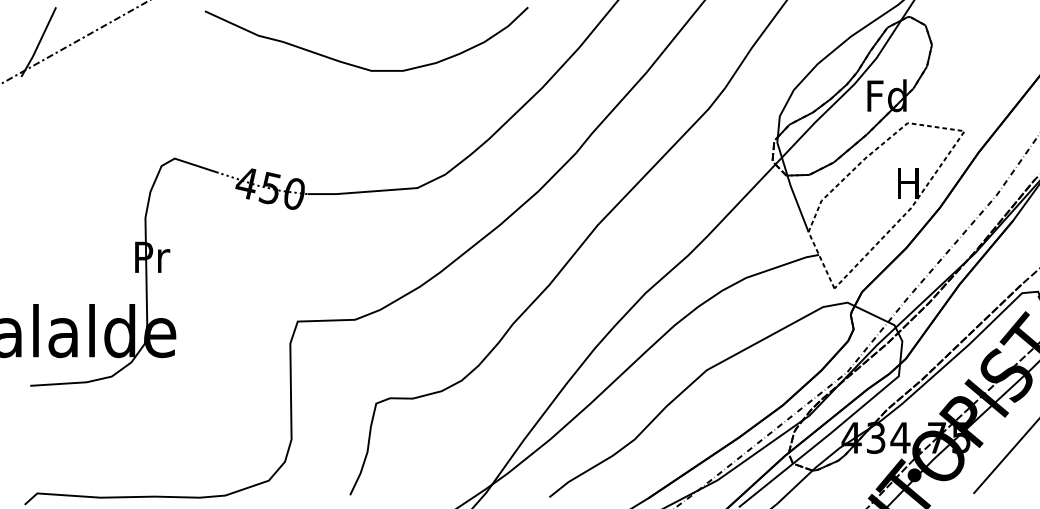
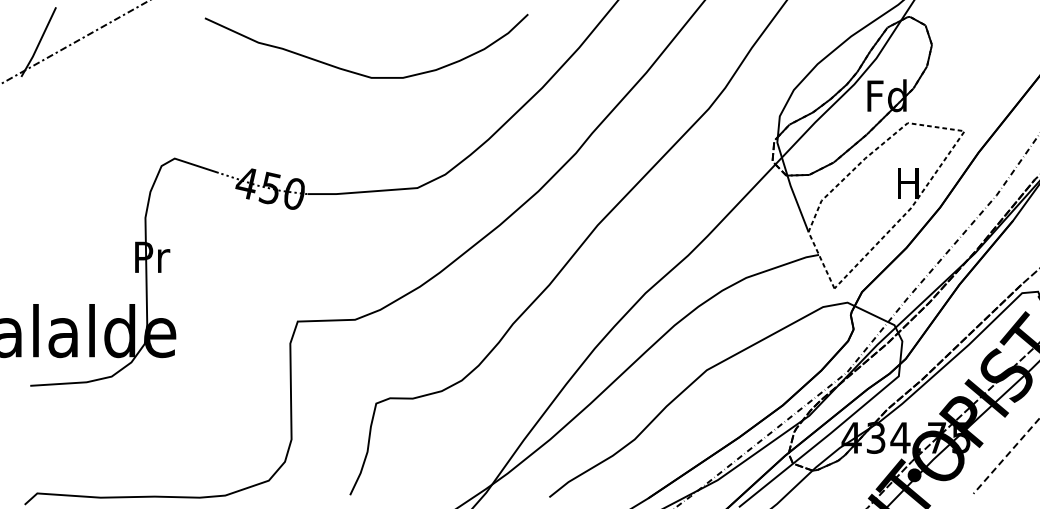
curve at (357, 65) position: (357, 65) -> (357, 72)
line at (1006, 456): solid -> dashed
